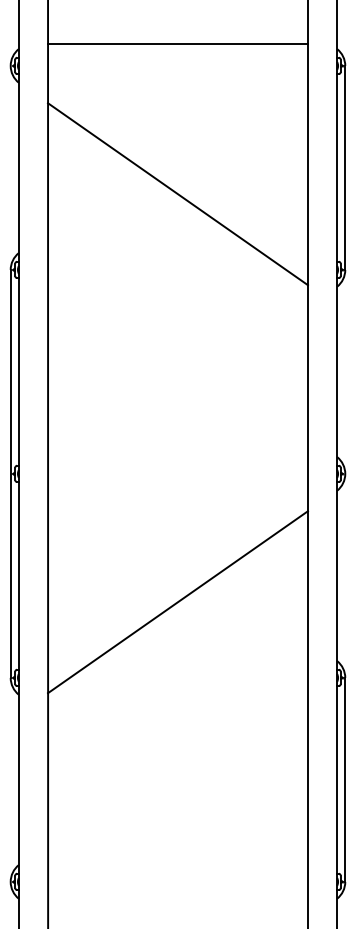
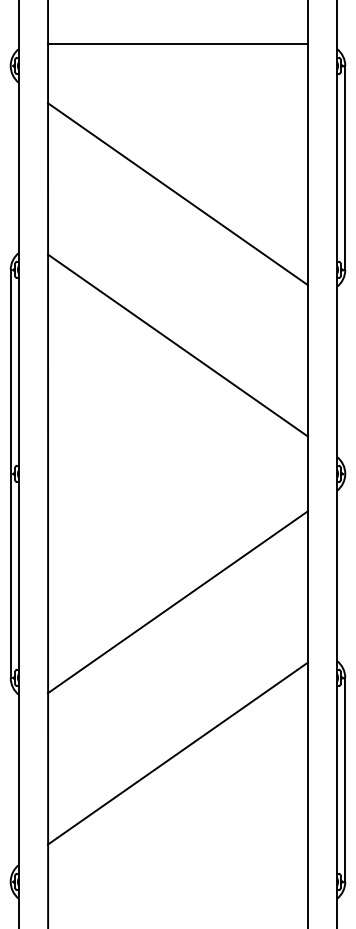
line at (177, 345): none -> present
line at (177, 753): none -> present
